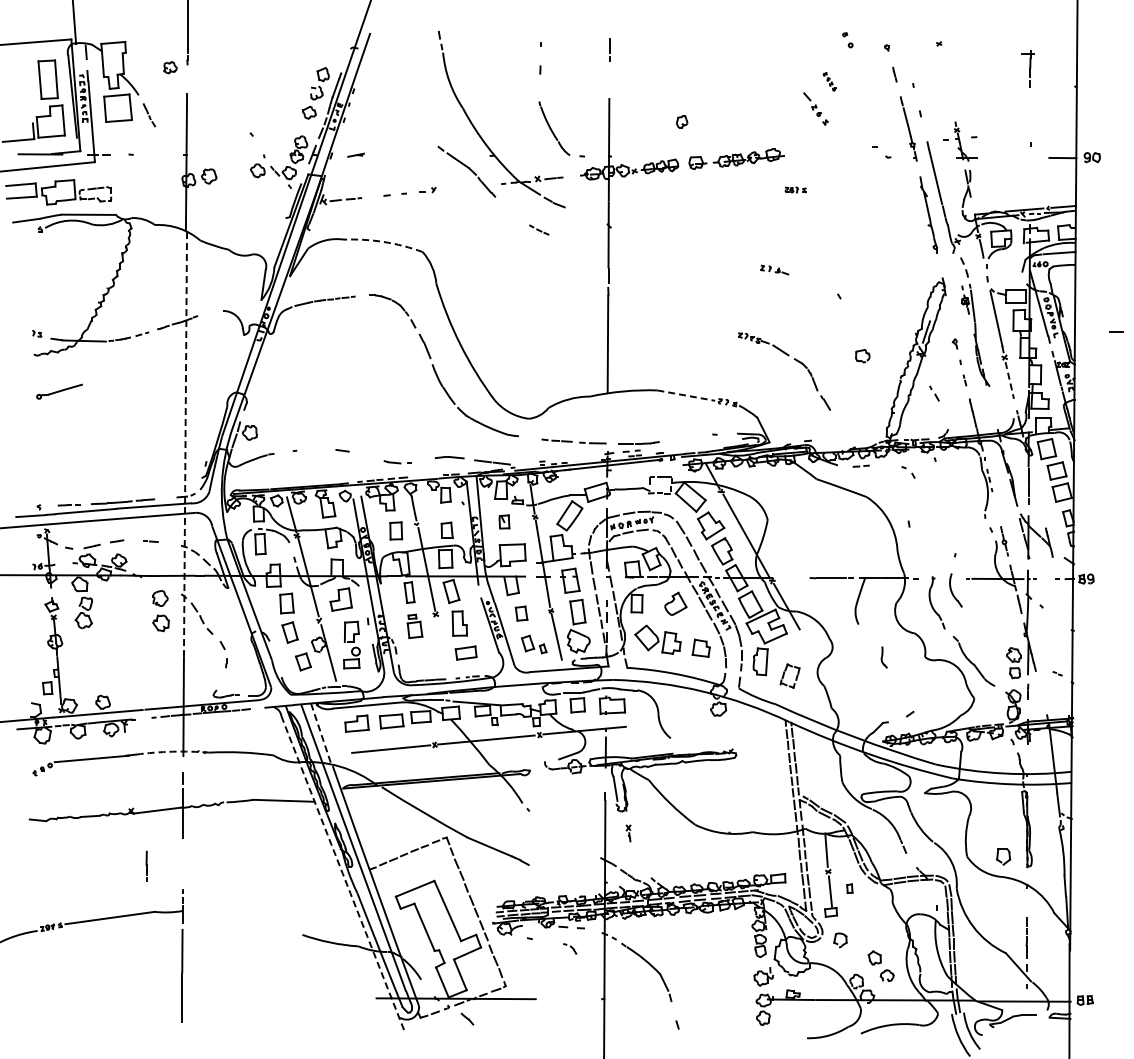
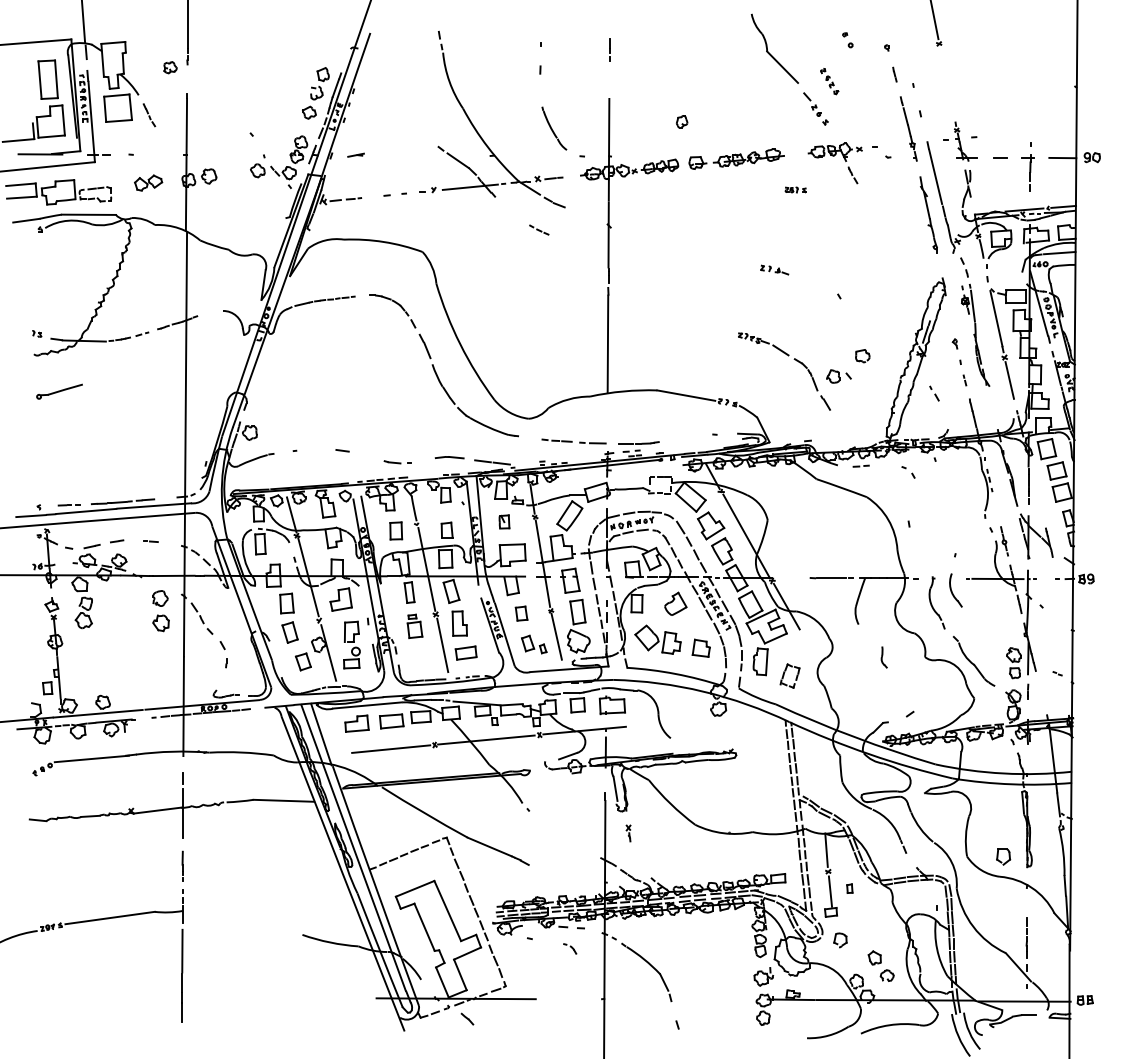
line at (934, 20): none -> present
line at (74, 23) position: (74, 23) -> (83, 22)
part at (769, 52): none -> present
part at (1027, 68) position: (1027, 68) -> (1027, 172)
part at (829, 81) size: 15x20 px -> 20x28 px
part at (554, 128) size: 33x55 px -> 27x45 px
part at (834, 156): none -> present
part at (148, 182): none -> present
line at (469, 186): none -> present
arc at (383, 242): dashed -> solid
line at (1116, 331) position: (1116, 331) -> (1000, 157)
part at (838, 376): none -> present
line at (1009, 380): dashed -> solid
line at (686, 395): dashed -> solid
line at (185, 444): dashed -> solid
line at (442, 645): none -> present
line at (321, 735): dashed -> solid
arc at (172, 751): dashed -> solid
line at (146, 865) position: (146, 865) -> (182, 865)
arc at (342, 873): dashed -> solid
